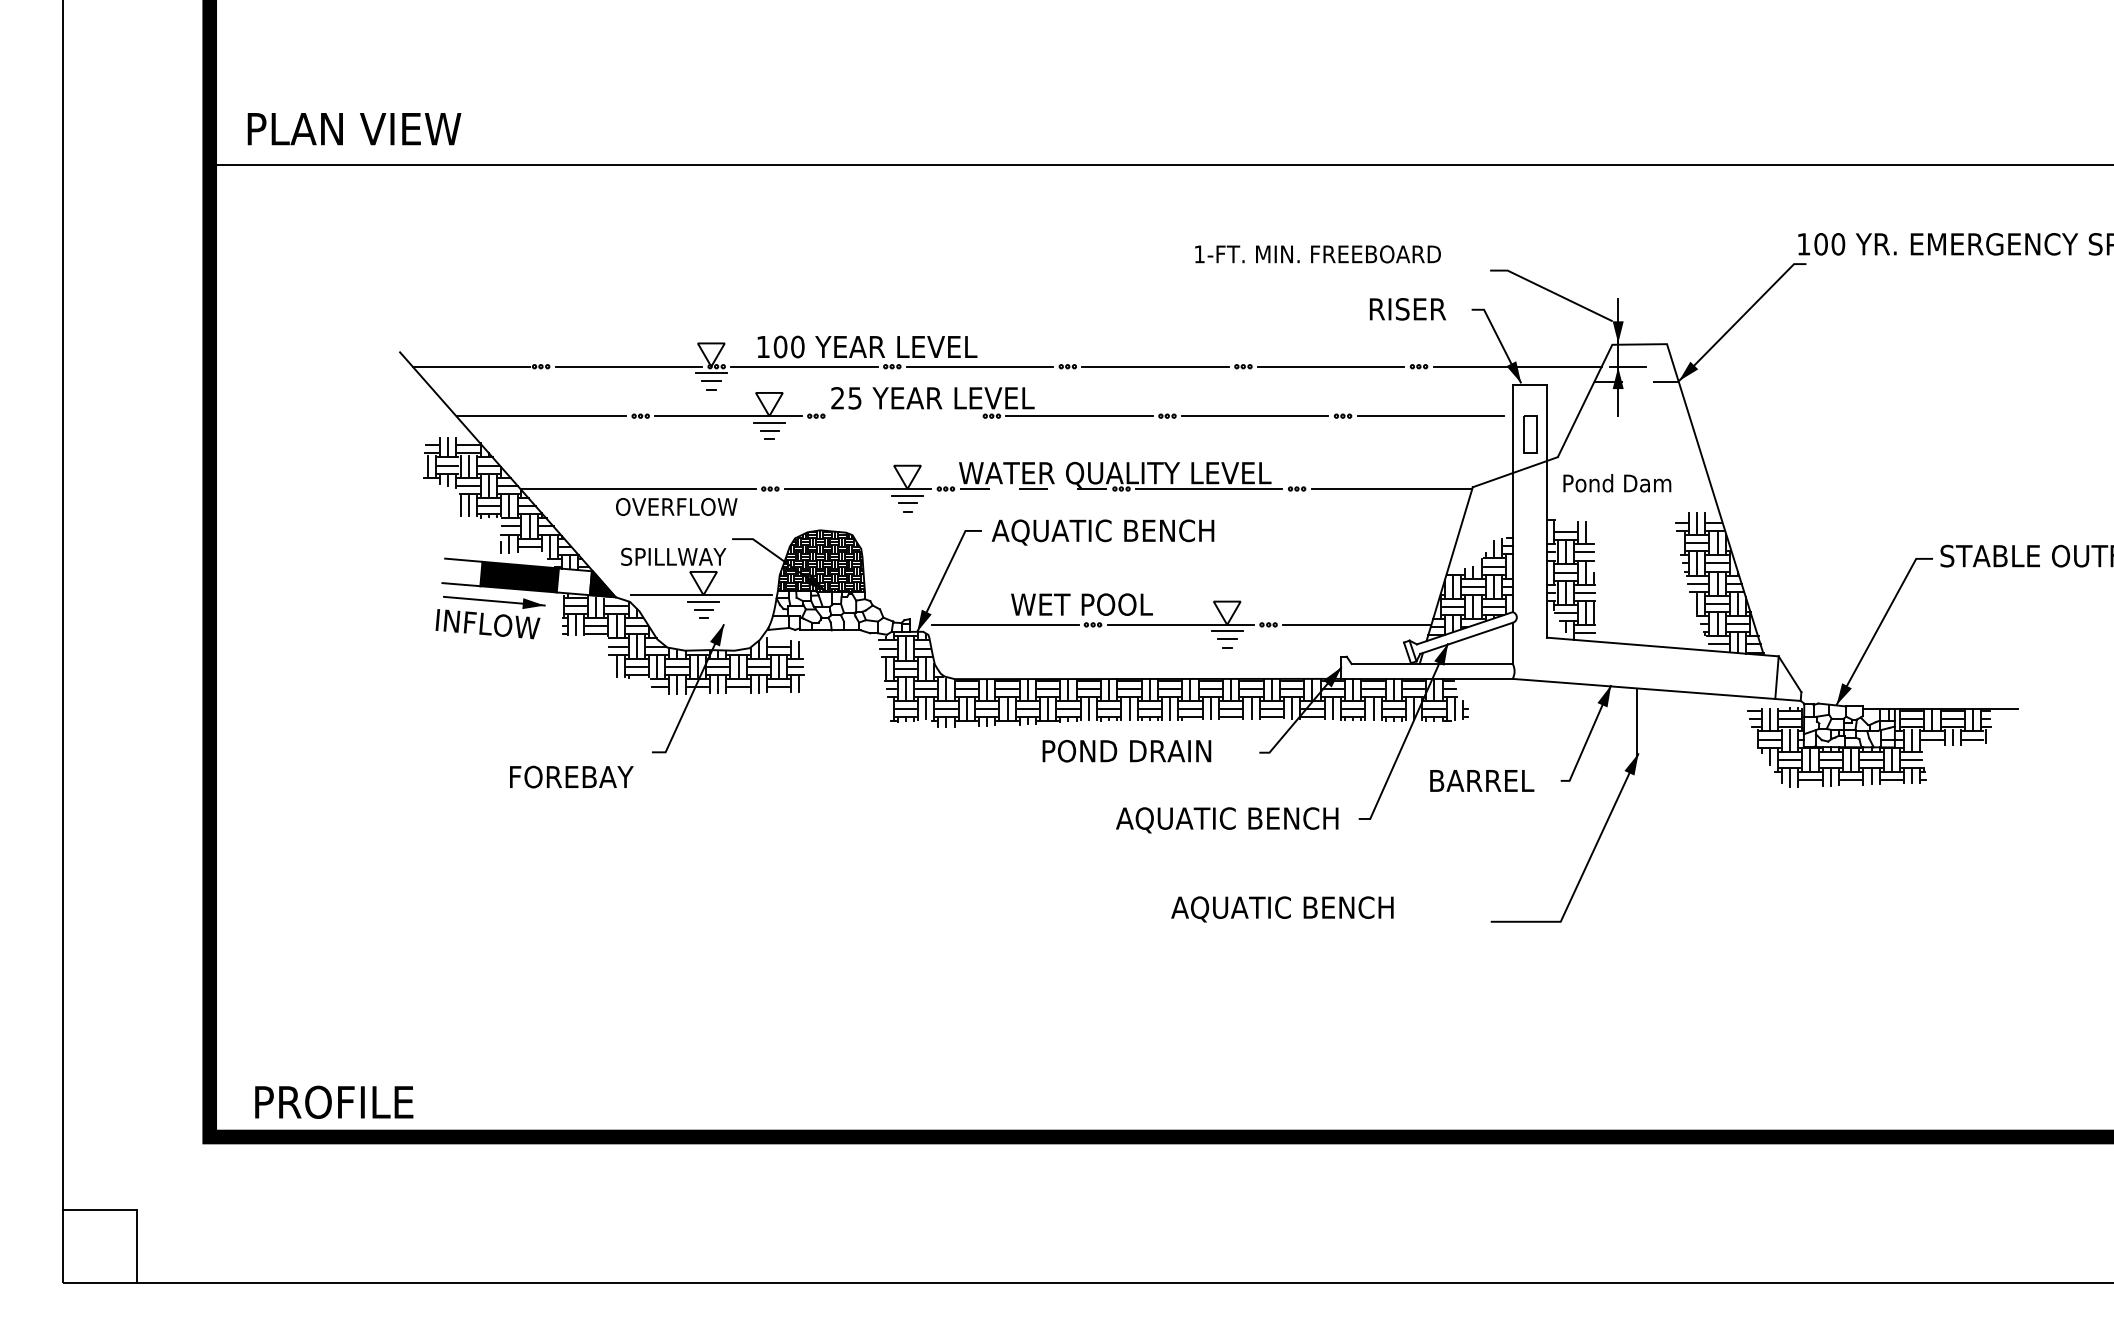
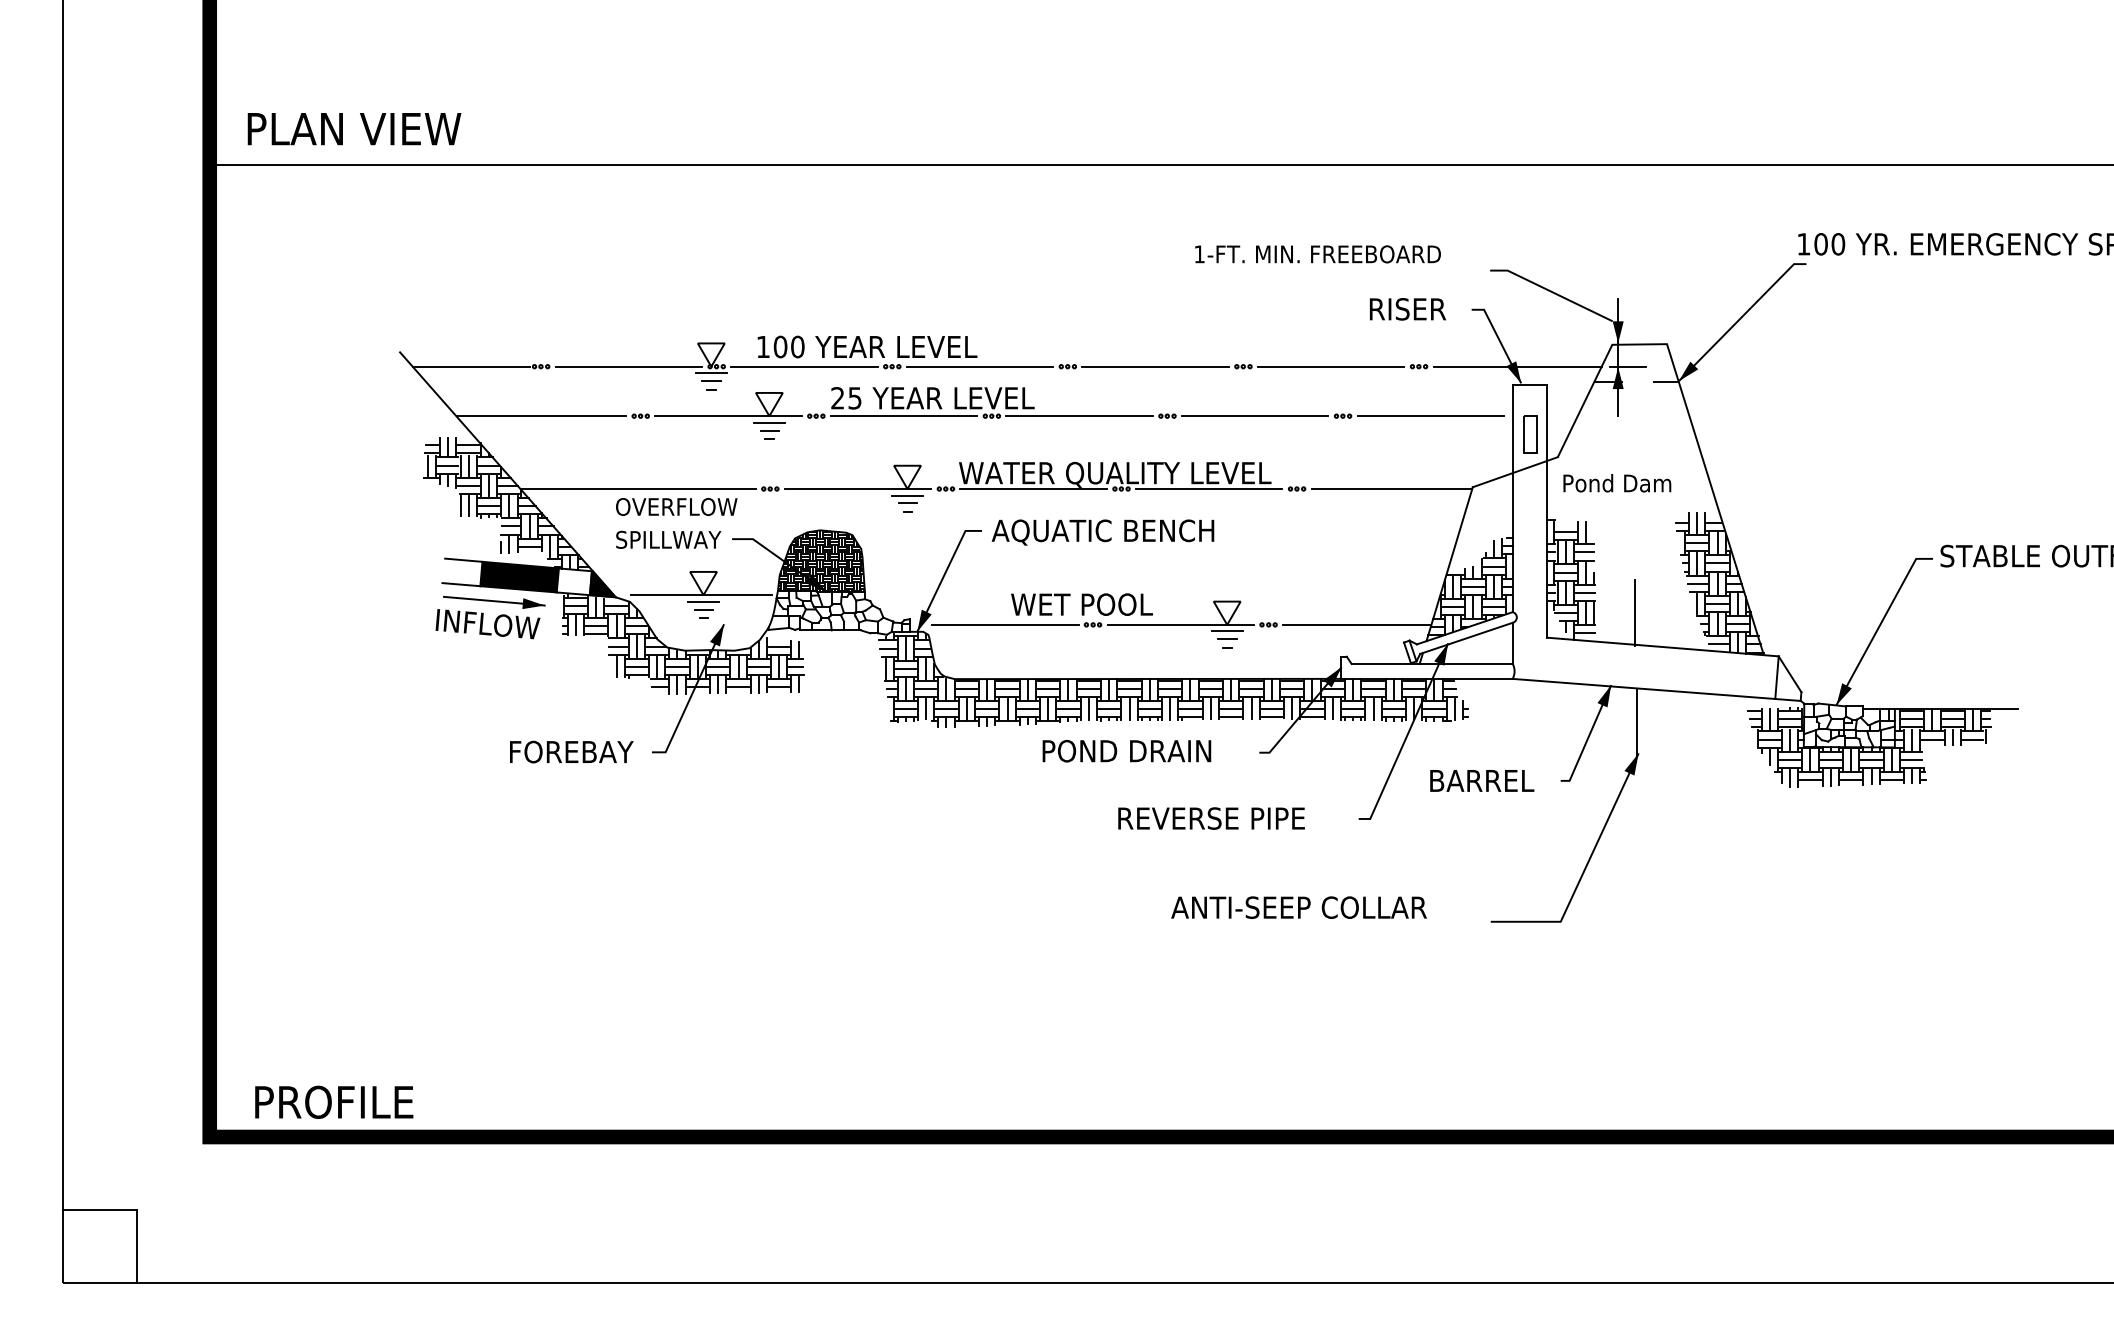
line at (903, 416): none -> present
line at (1033, 489): dashed -> solid
text at (673, 556) position: (673, 556) -> (668, 539)
line at (1634, 612): none -> present
text at (571, 776) position: (571, 776) -> (571, 751)
text at (1227, 820): AQUATIC BENCH -> REVERSE PIPE
text at (1308, 909): AQUATIC BENCH -> ANTI-SEEP COLLAR
